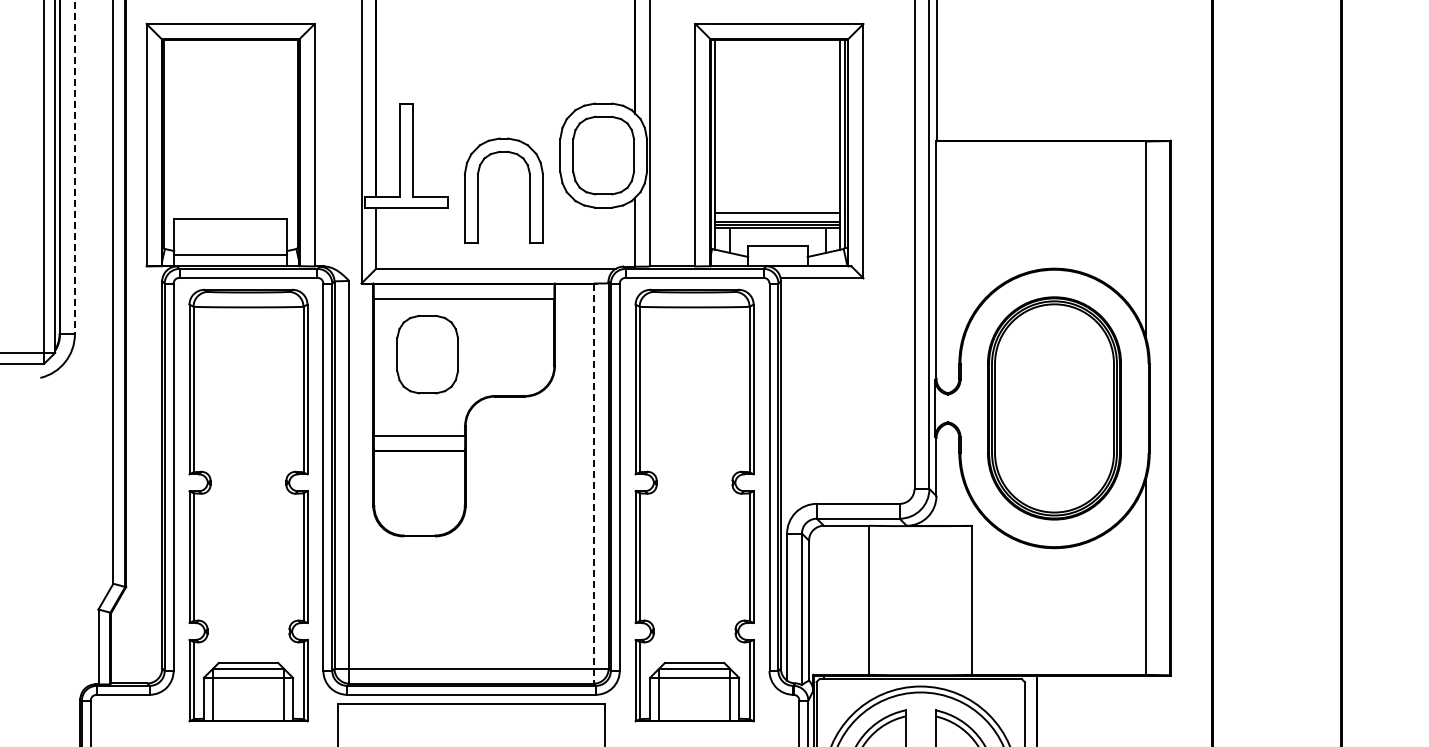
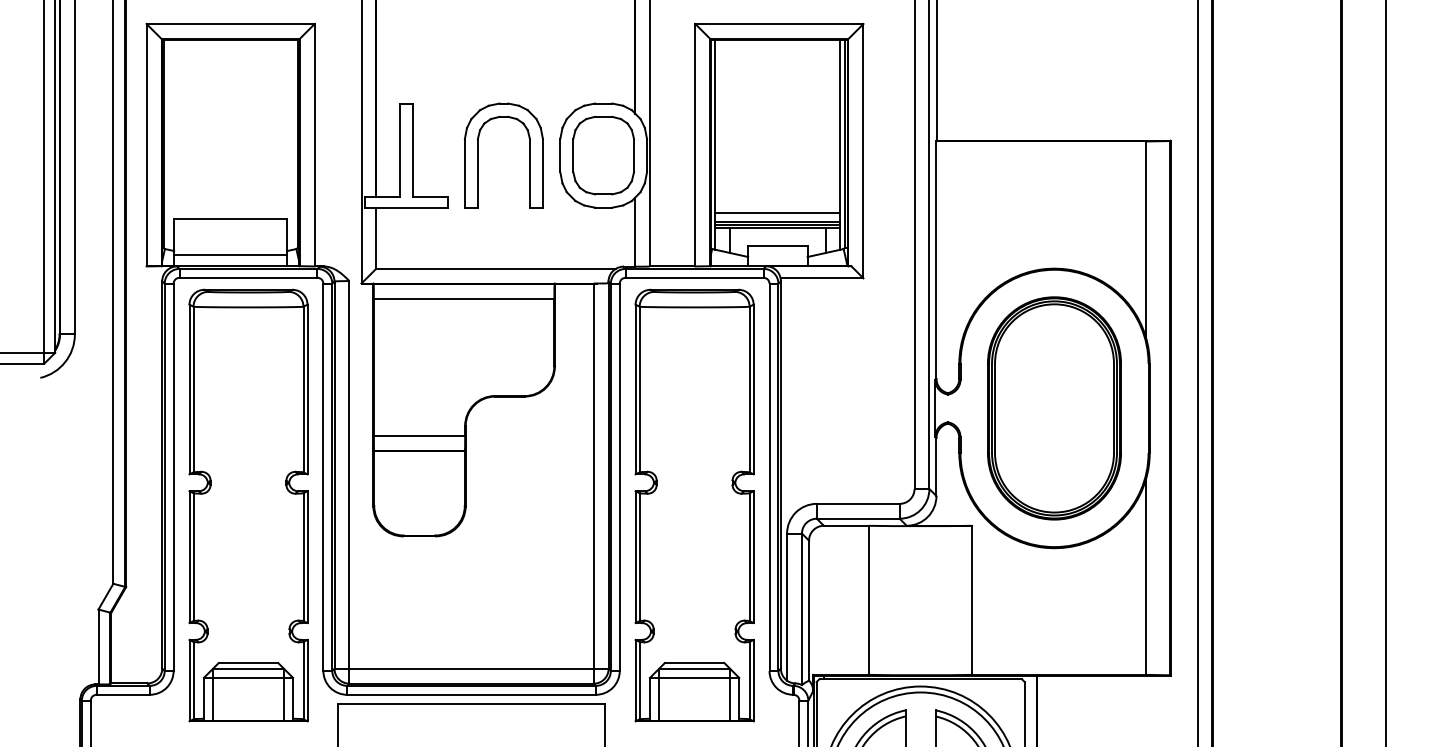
line at (74, 167): dashed -> solid
part at (478, 190) position: (478, 190) -> (478, 155)
part at (427, 354): present -> none
line at (1197, 372): none -> present
line at (1386, 372): none -> present
line at (593, 484): dashed -> solid
